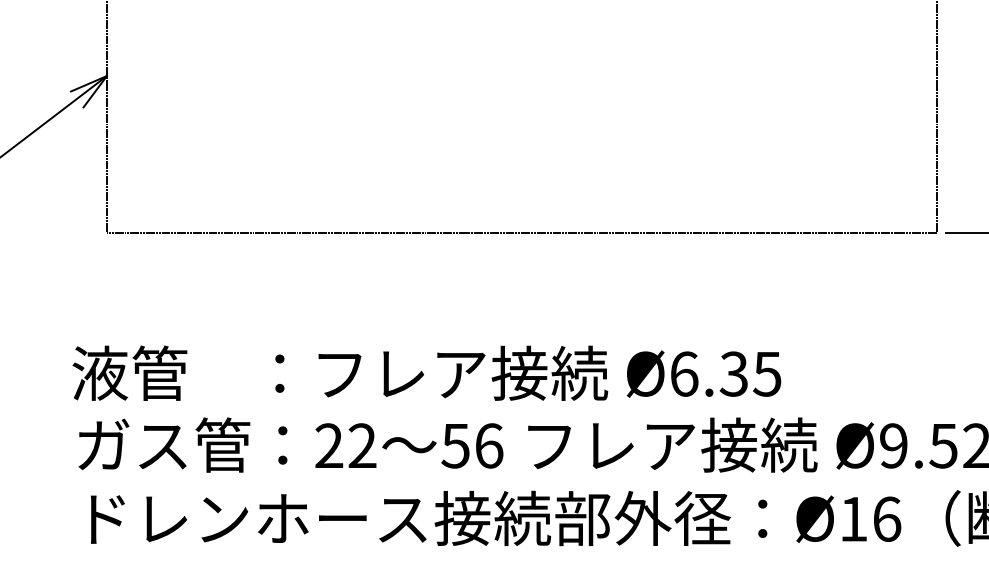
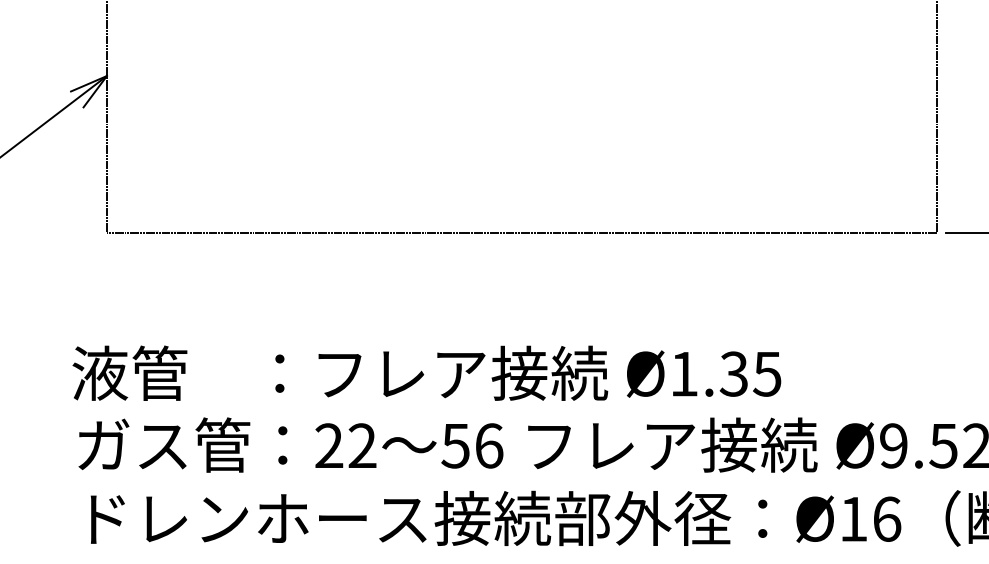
text at (684, 373): Ø6.35 -> Ø1.35
